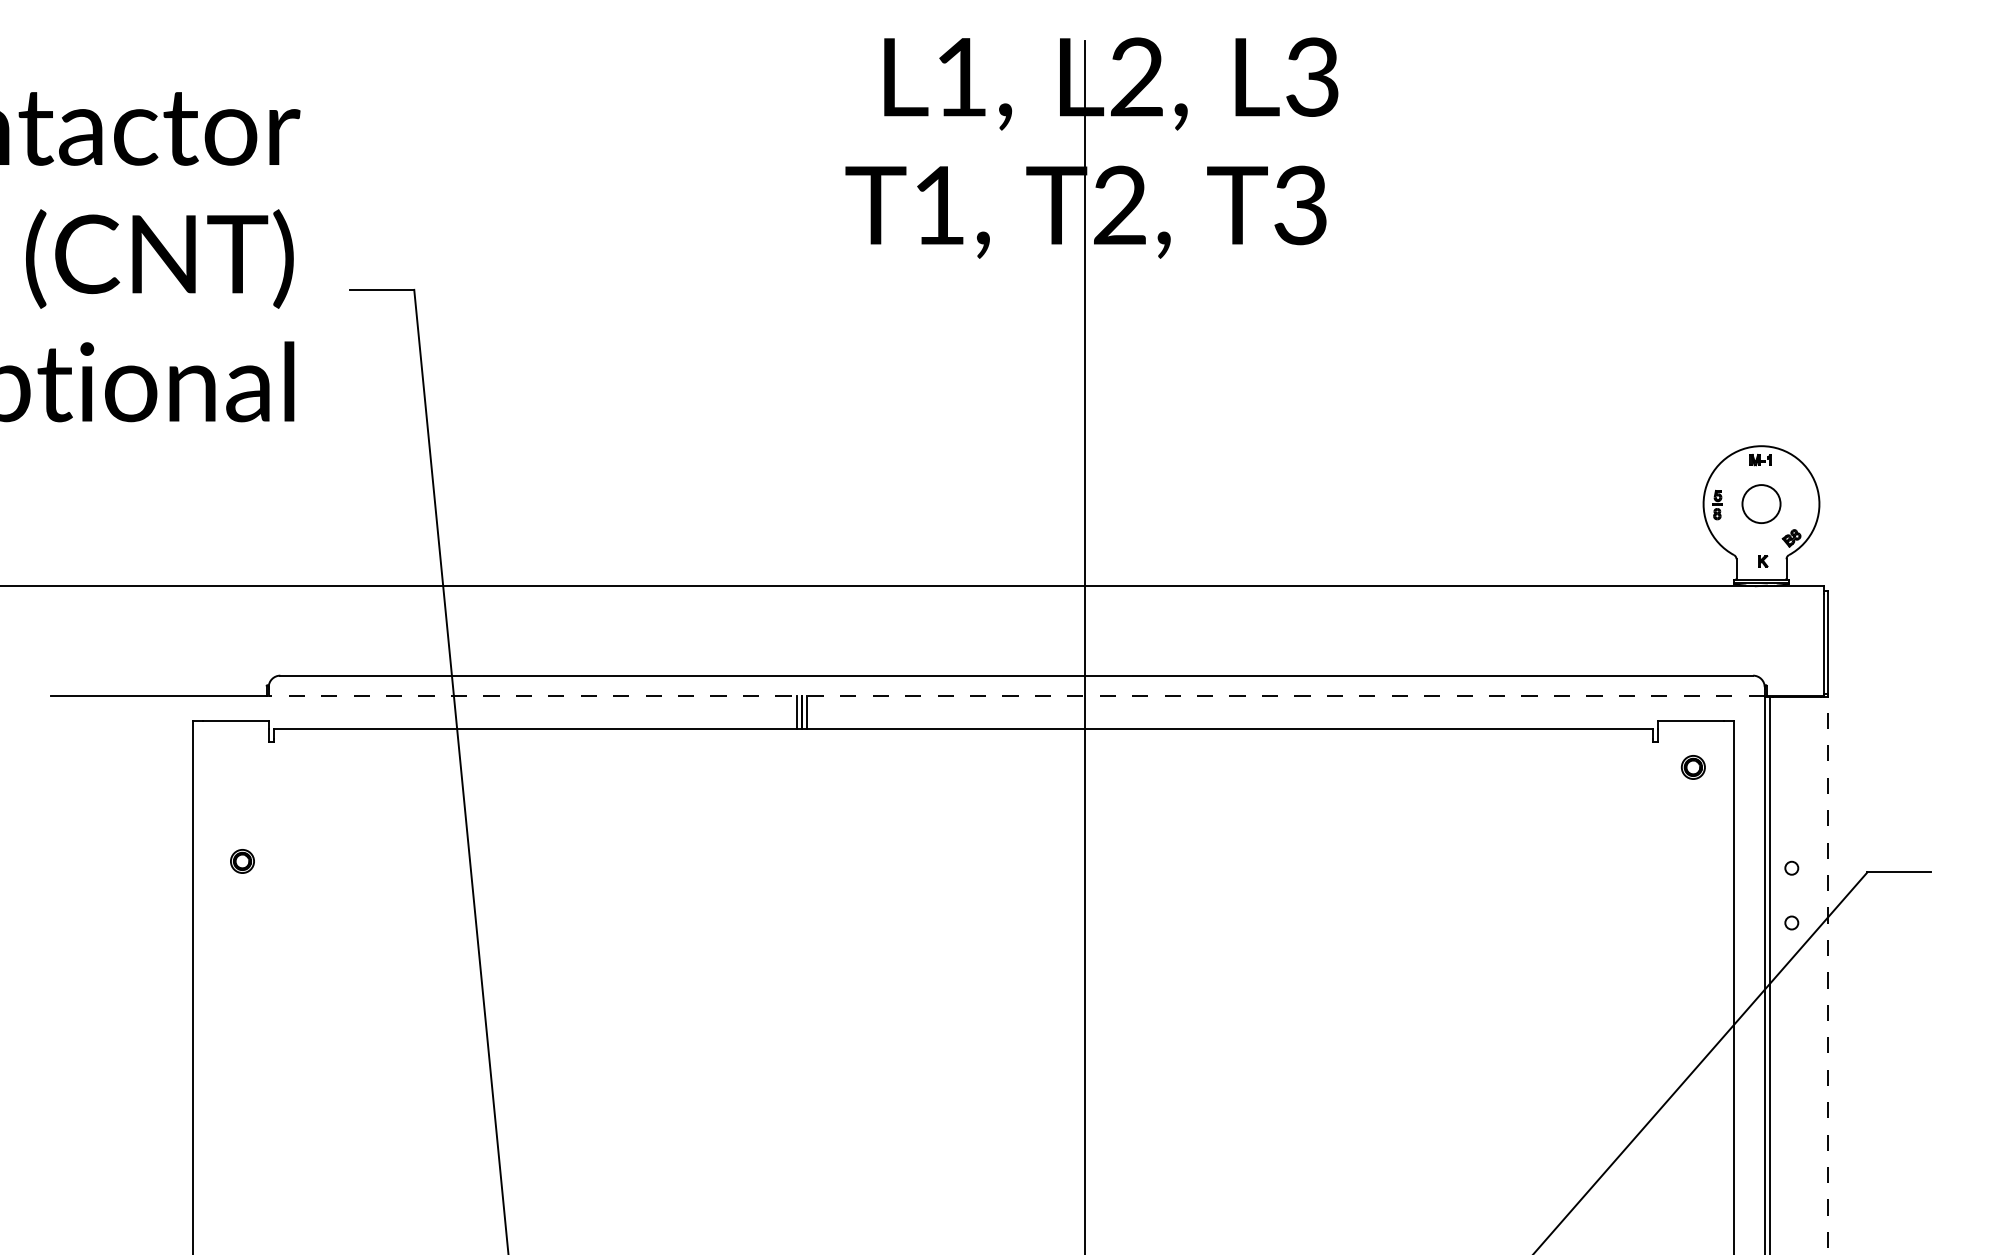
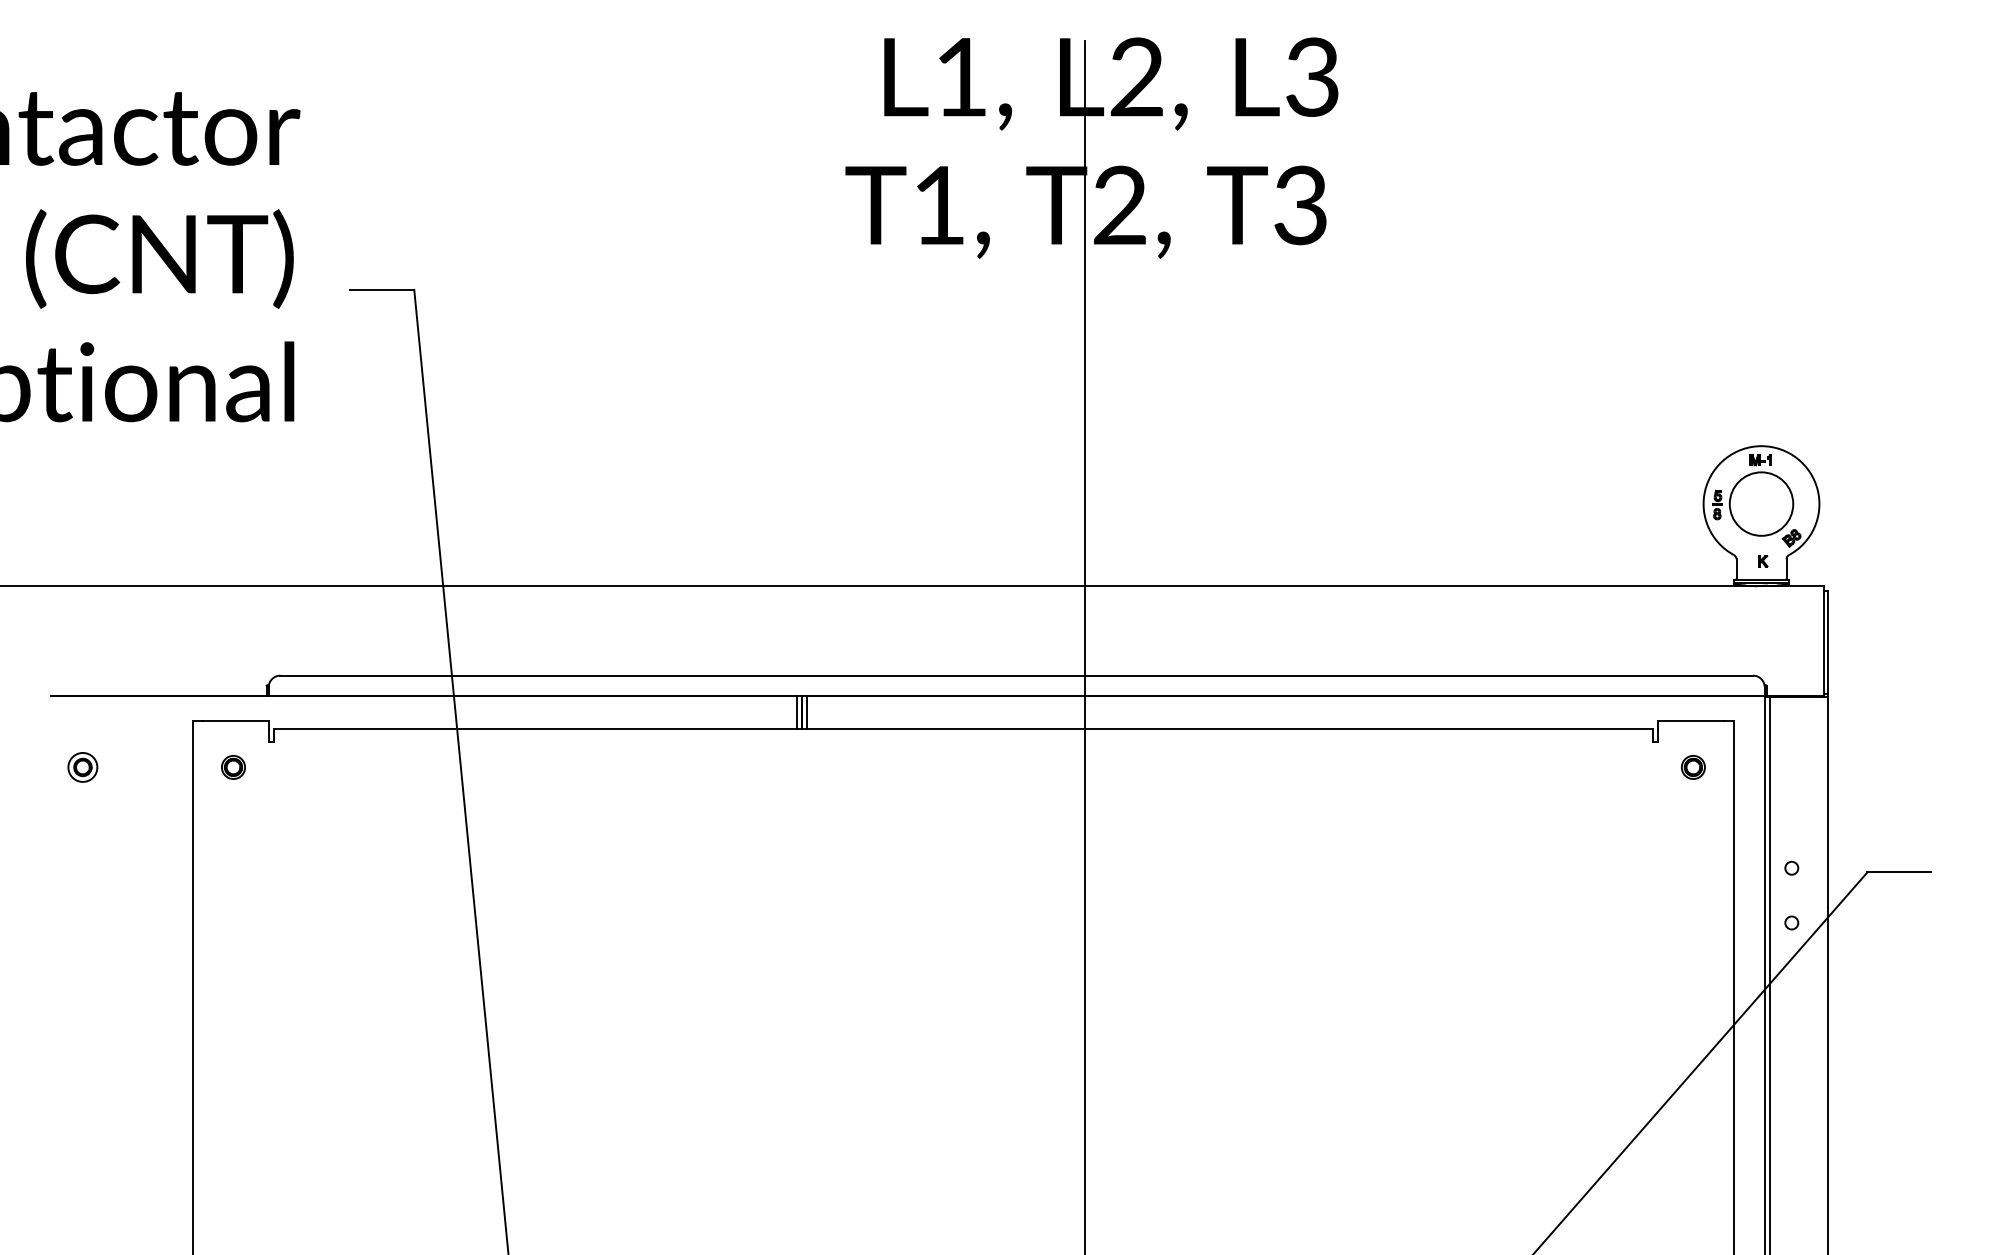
circle at (1761, 504) diameter: 38 px -> 63 px
line at (1016, 696): dashed -> solid
part at (82, 767): none -> present
part at (242, 861) position: (242, 861) -> (233, 767)
line at (1828, 975): dashed -> solid
